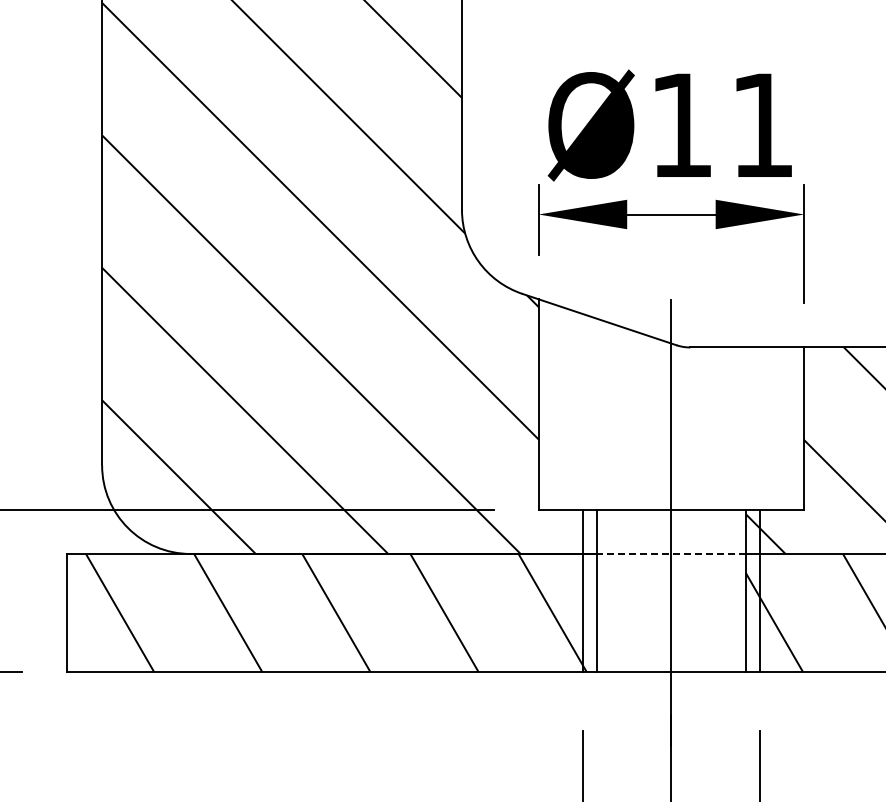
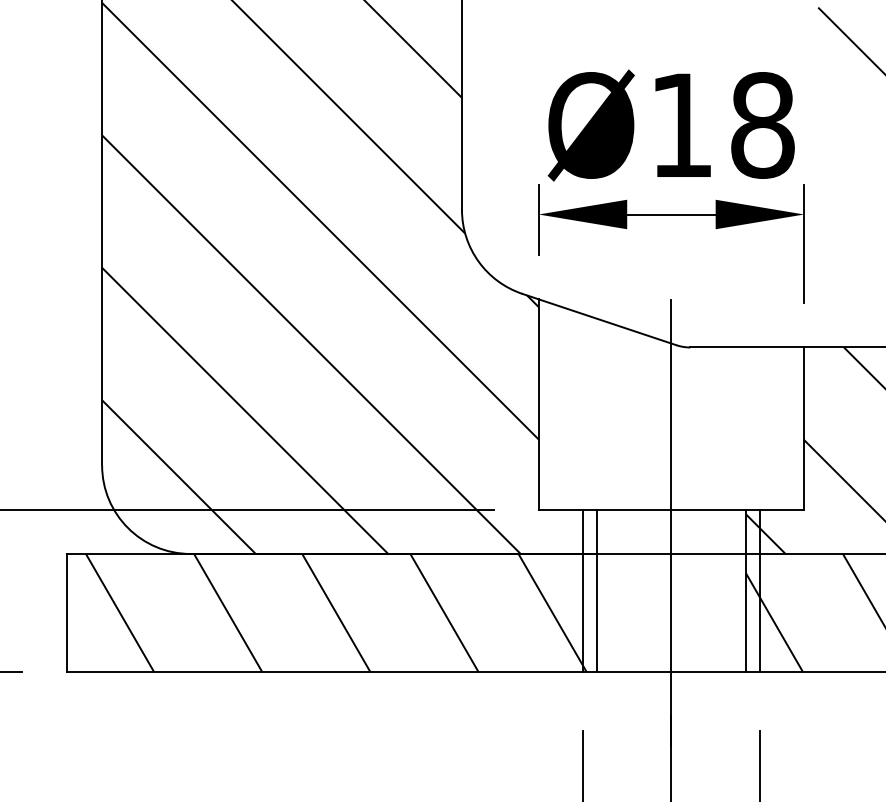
line at (850, 40): none -> present
text at (762, 125): Ø11 -> Ø18
line at (671, 553): dashed -> solid
